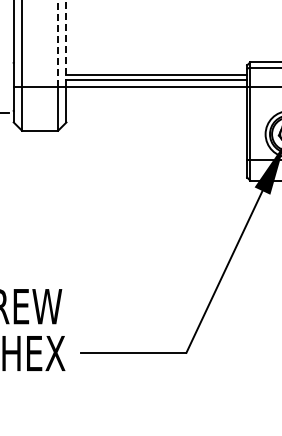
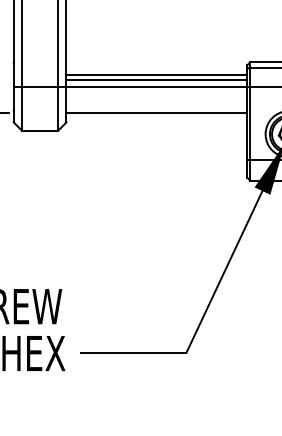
line at (58, 42): dashed -> solid
line at (66, 43): dashed -> solid
line at (156, 113): none -> present
